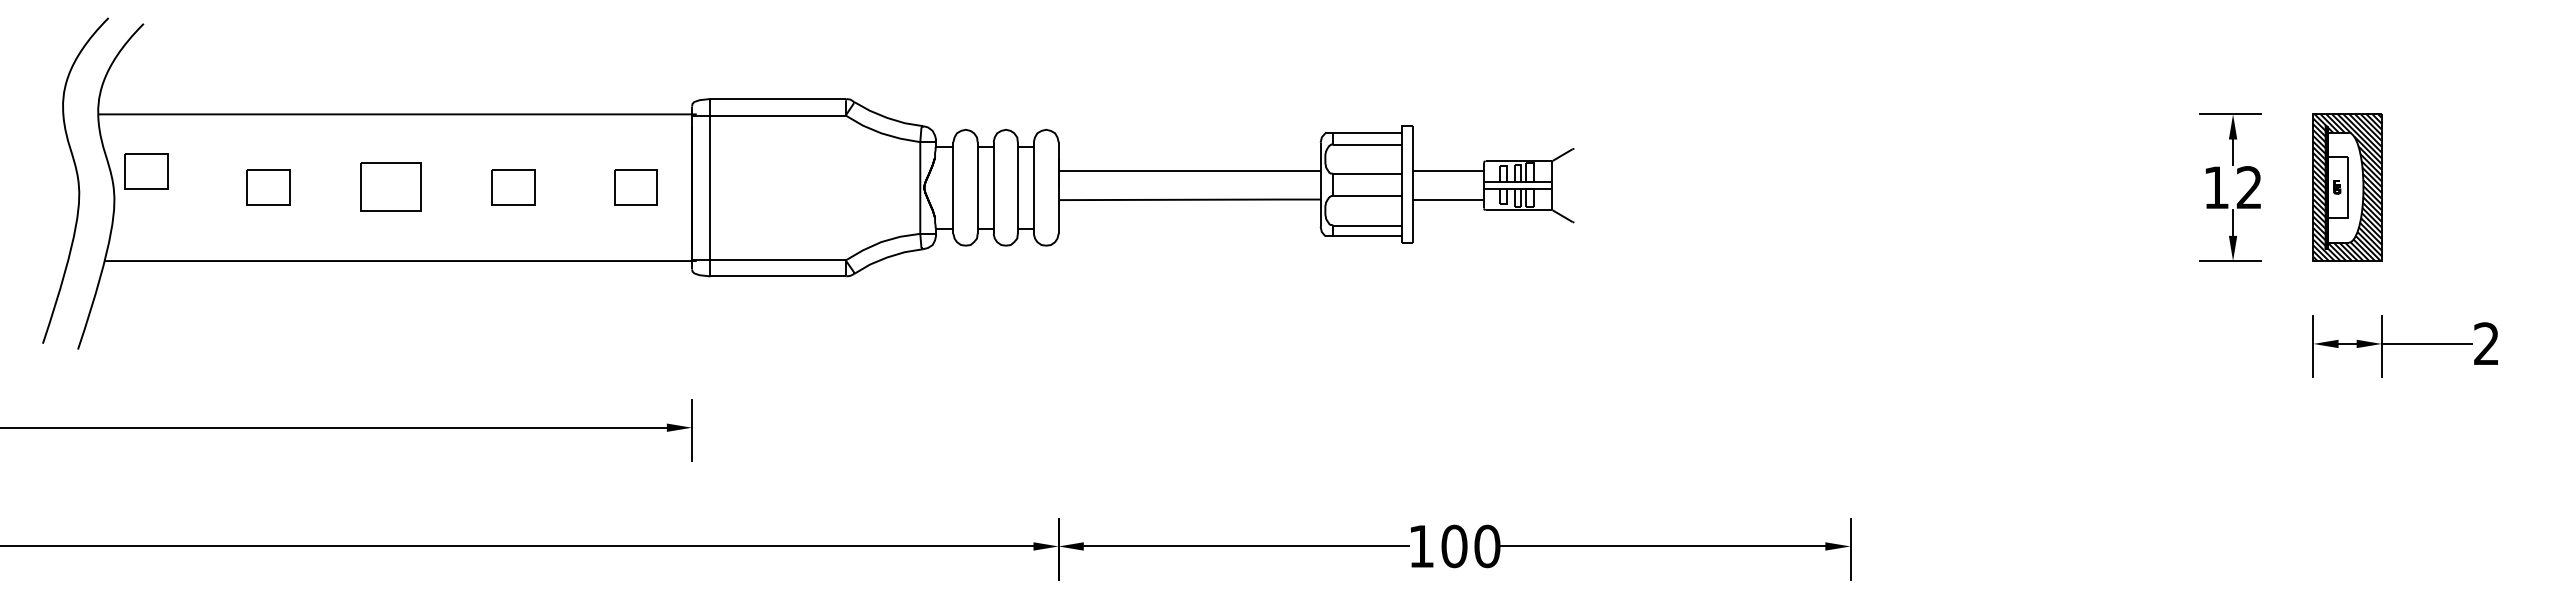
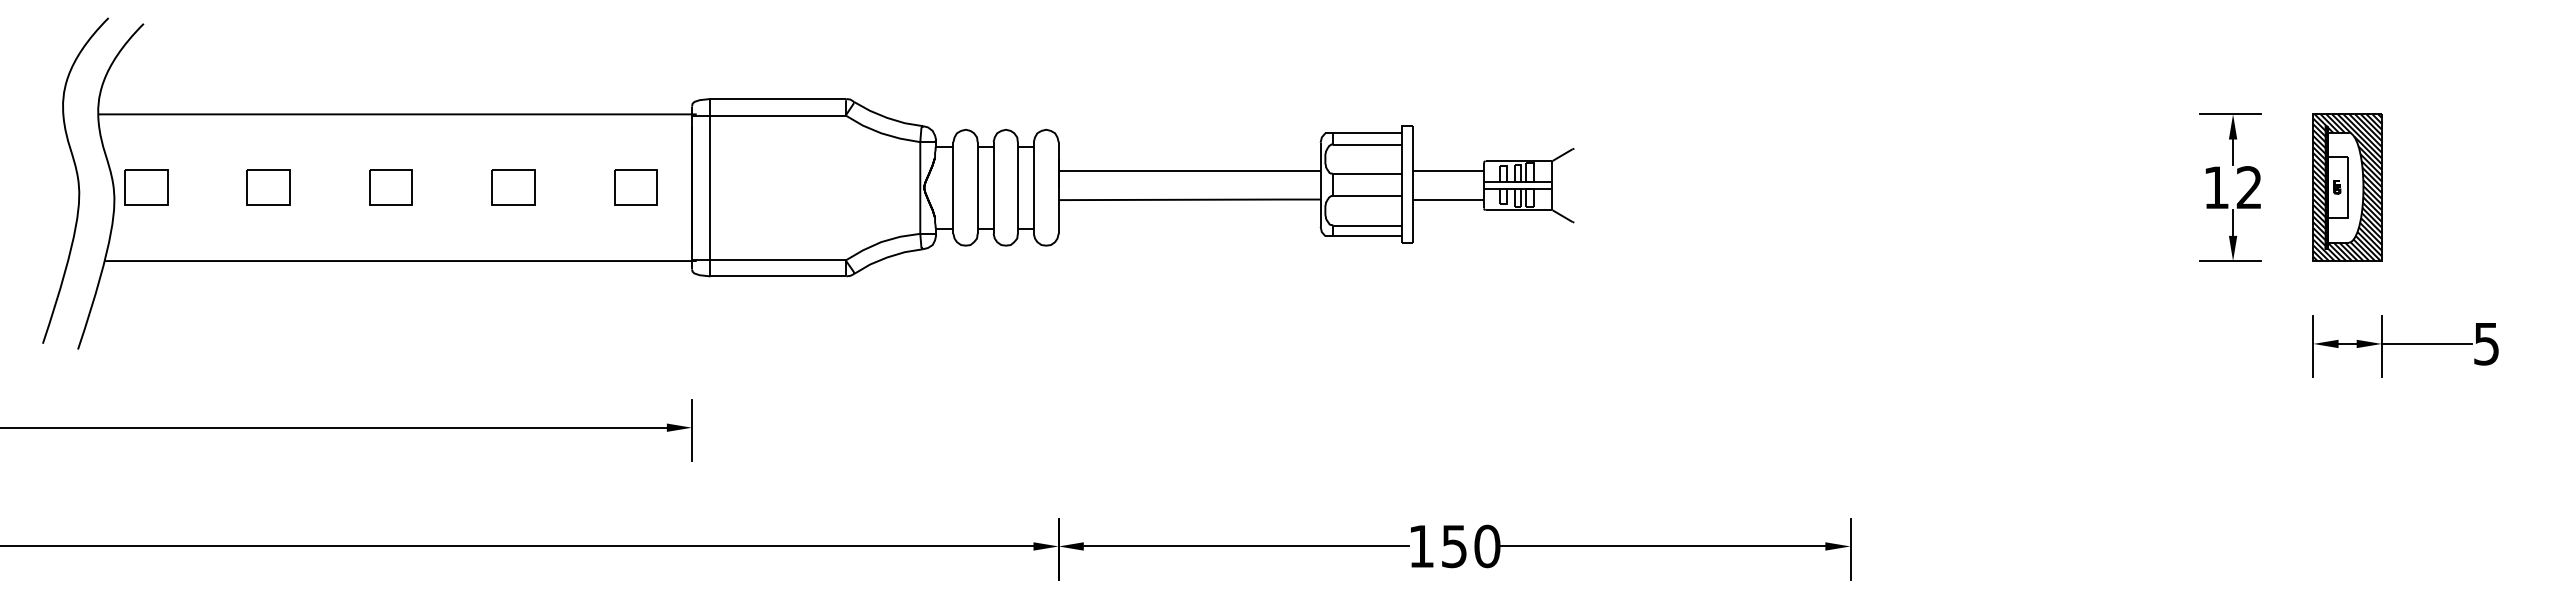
part at (146, 171) position: (146, 171) -> (146, 187)
part at (390, 186) size: 62x50 px -> 44x37 px
text at (2486, 343): 2 -> 5
text at (1454, 546): 100 -> 150
